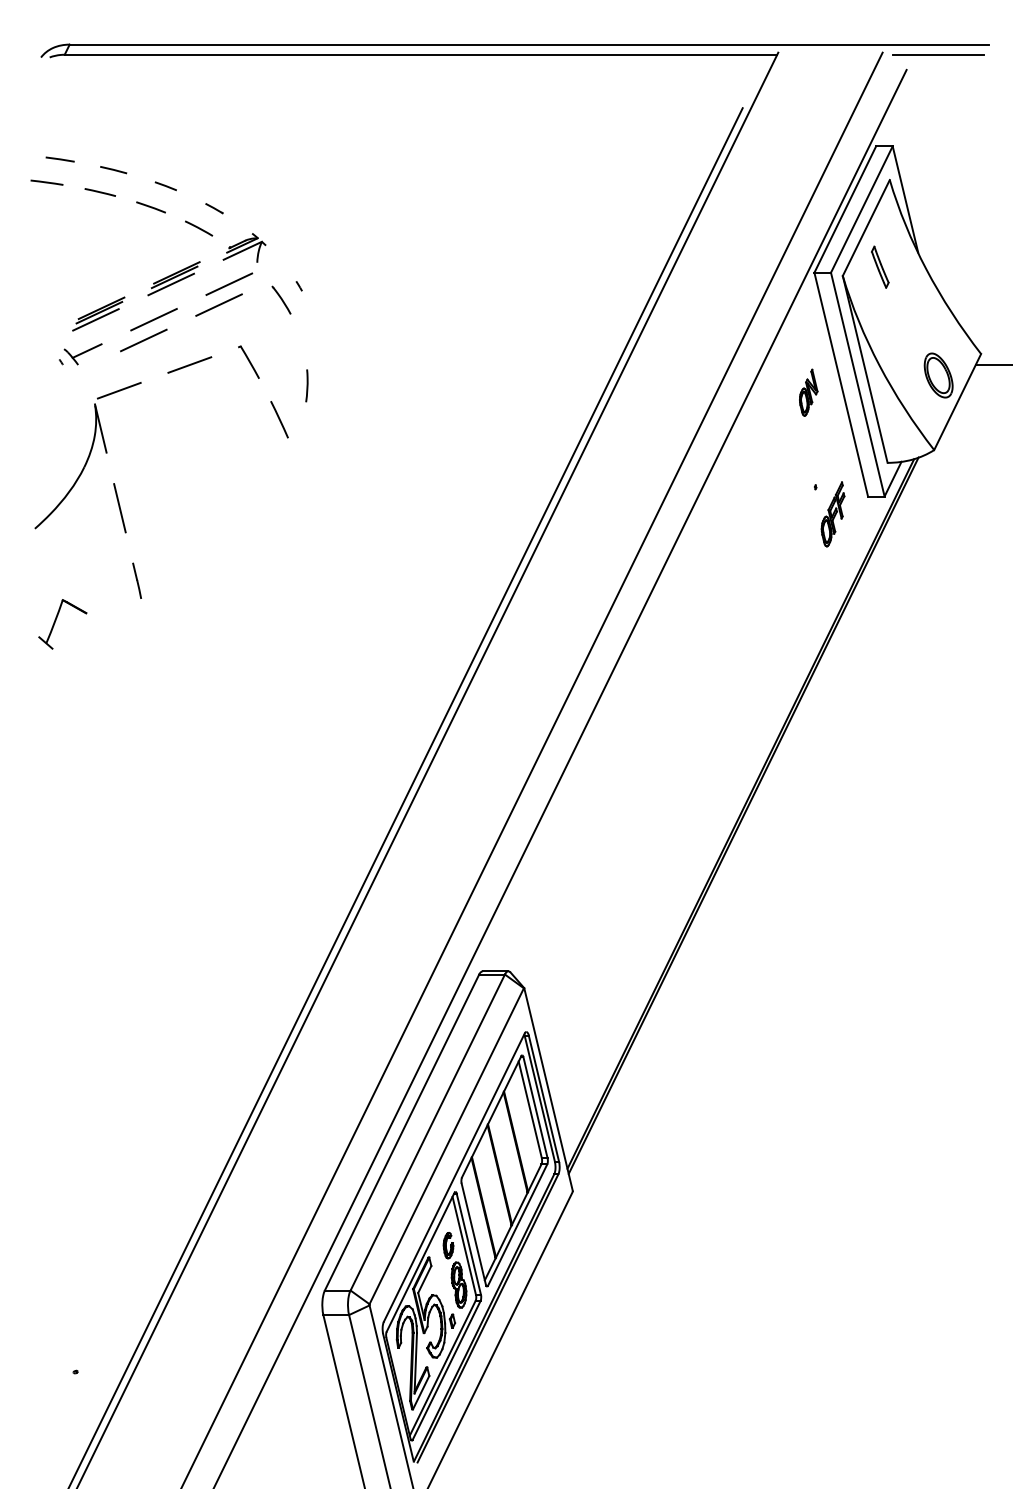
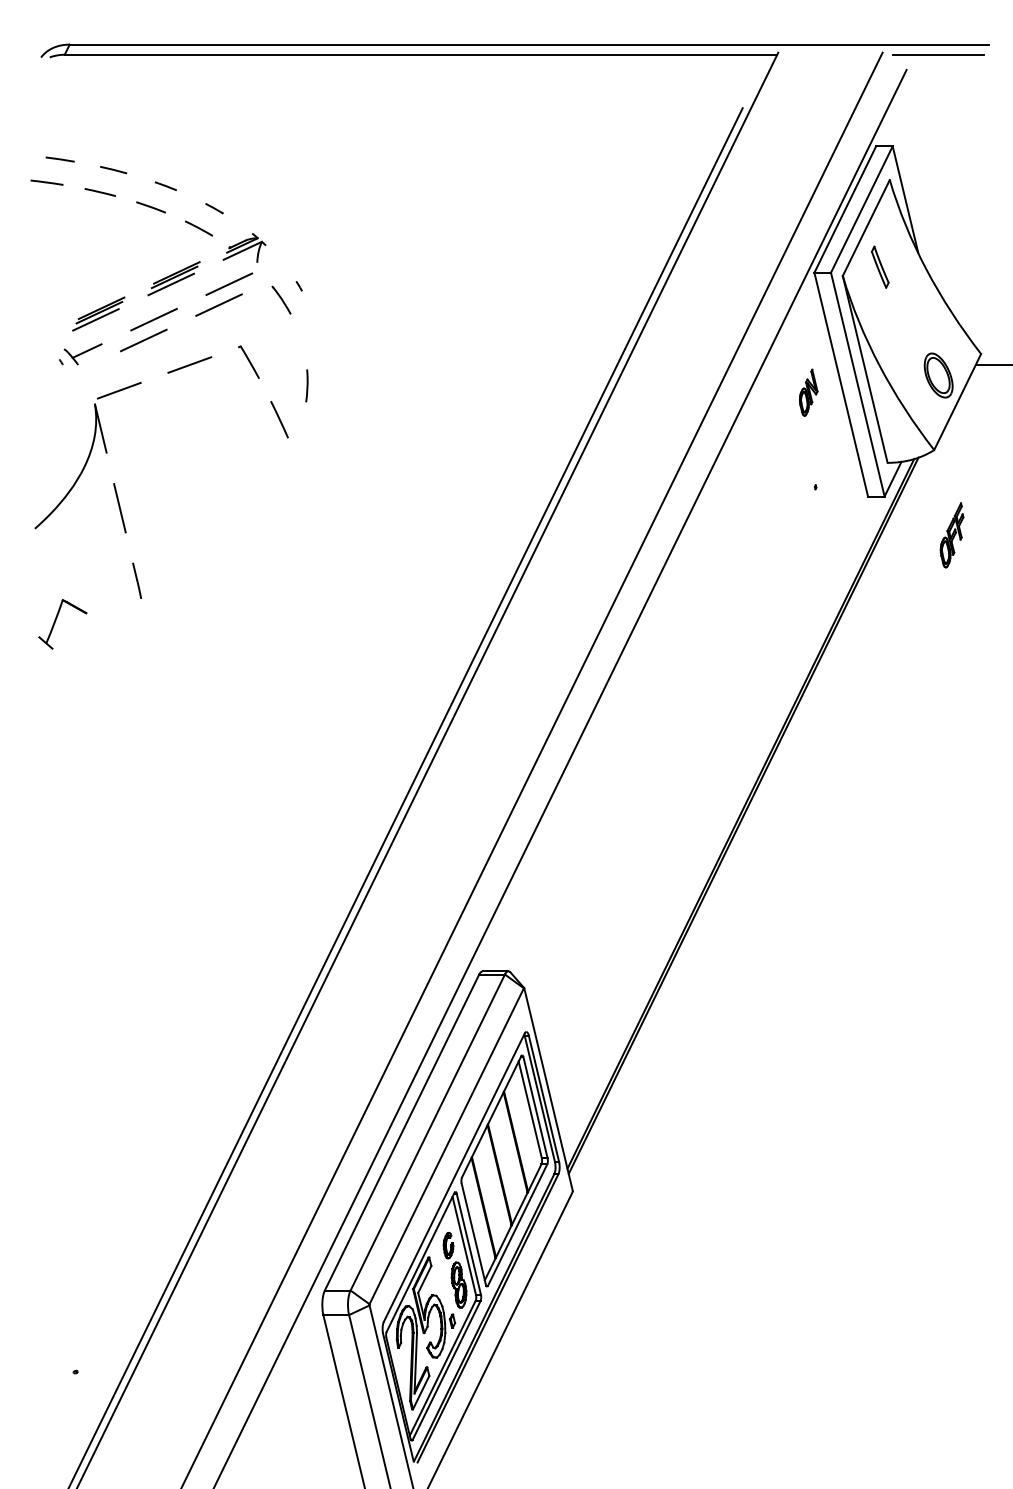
part at (832, 514) position: (832, 514) -> (951, 535)
